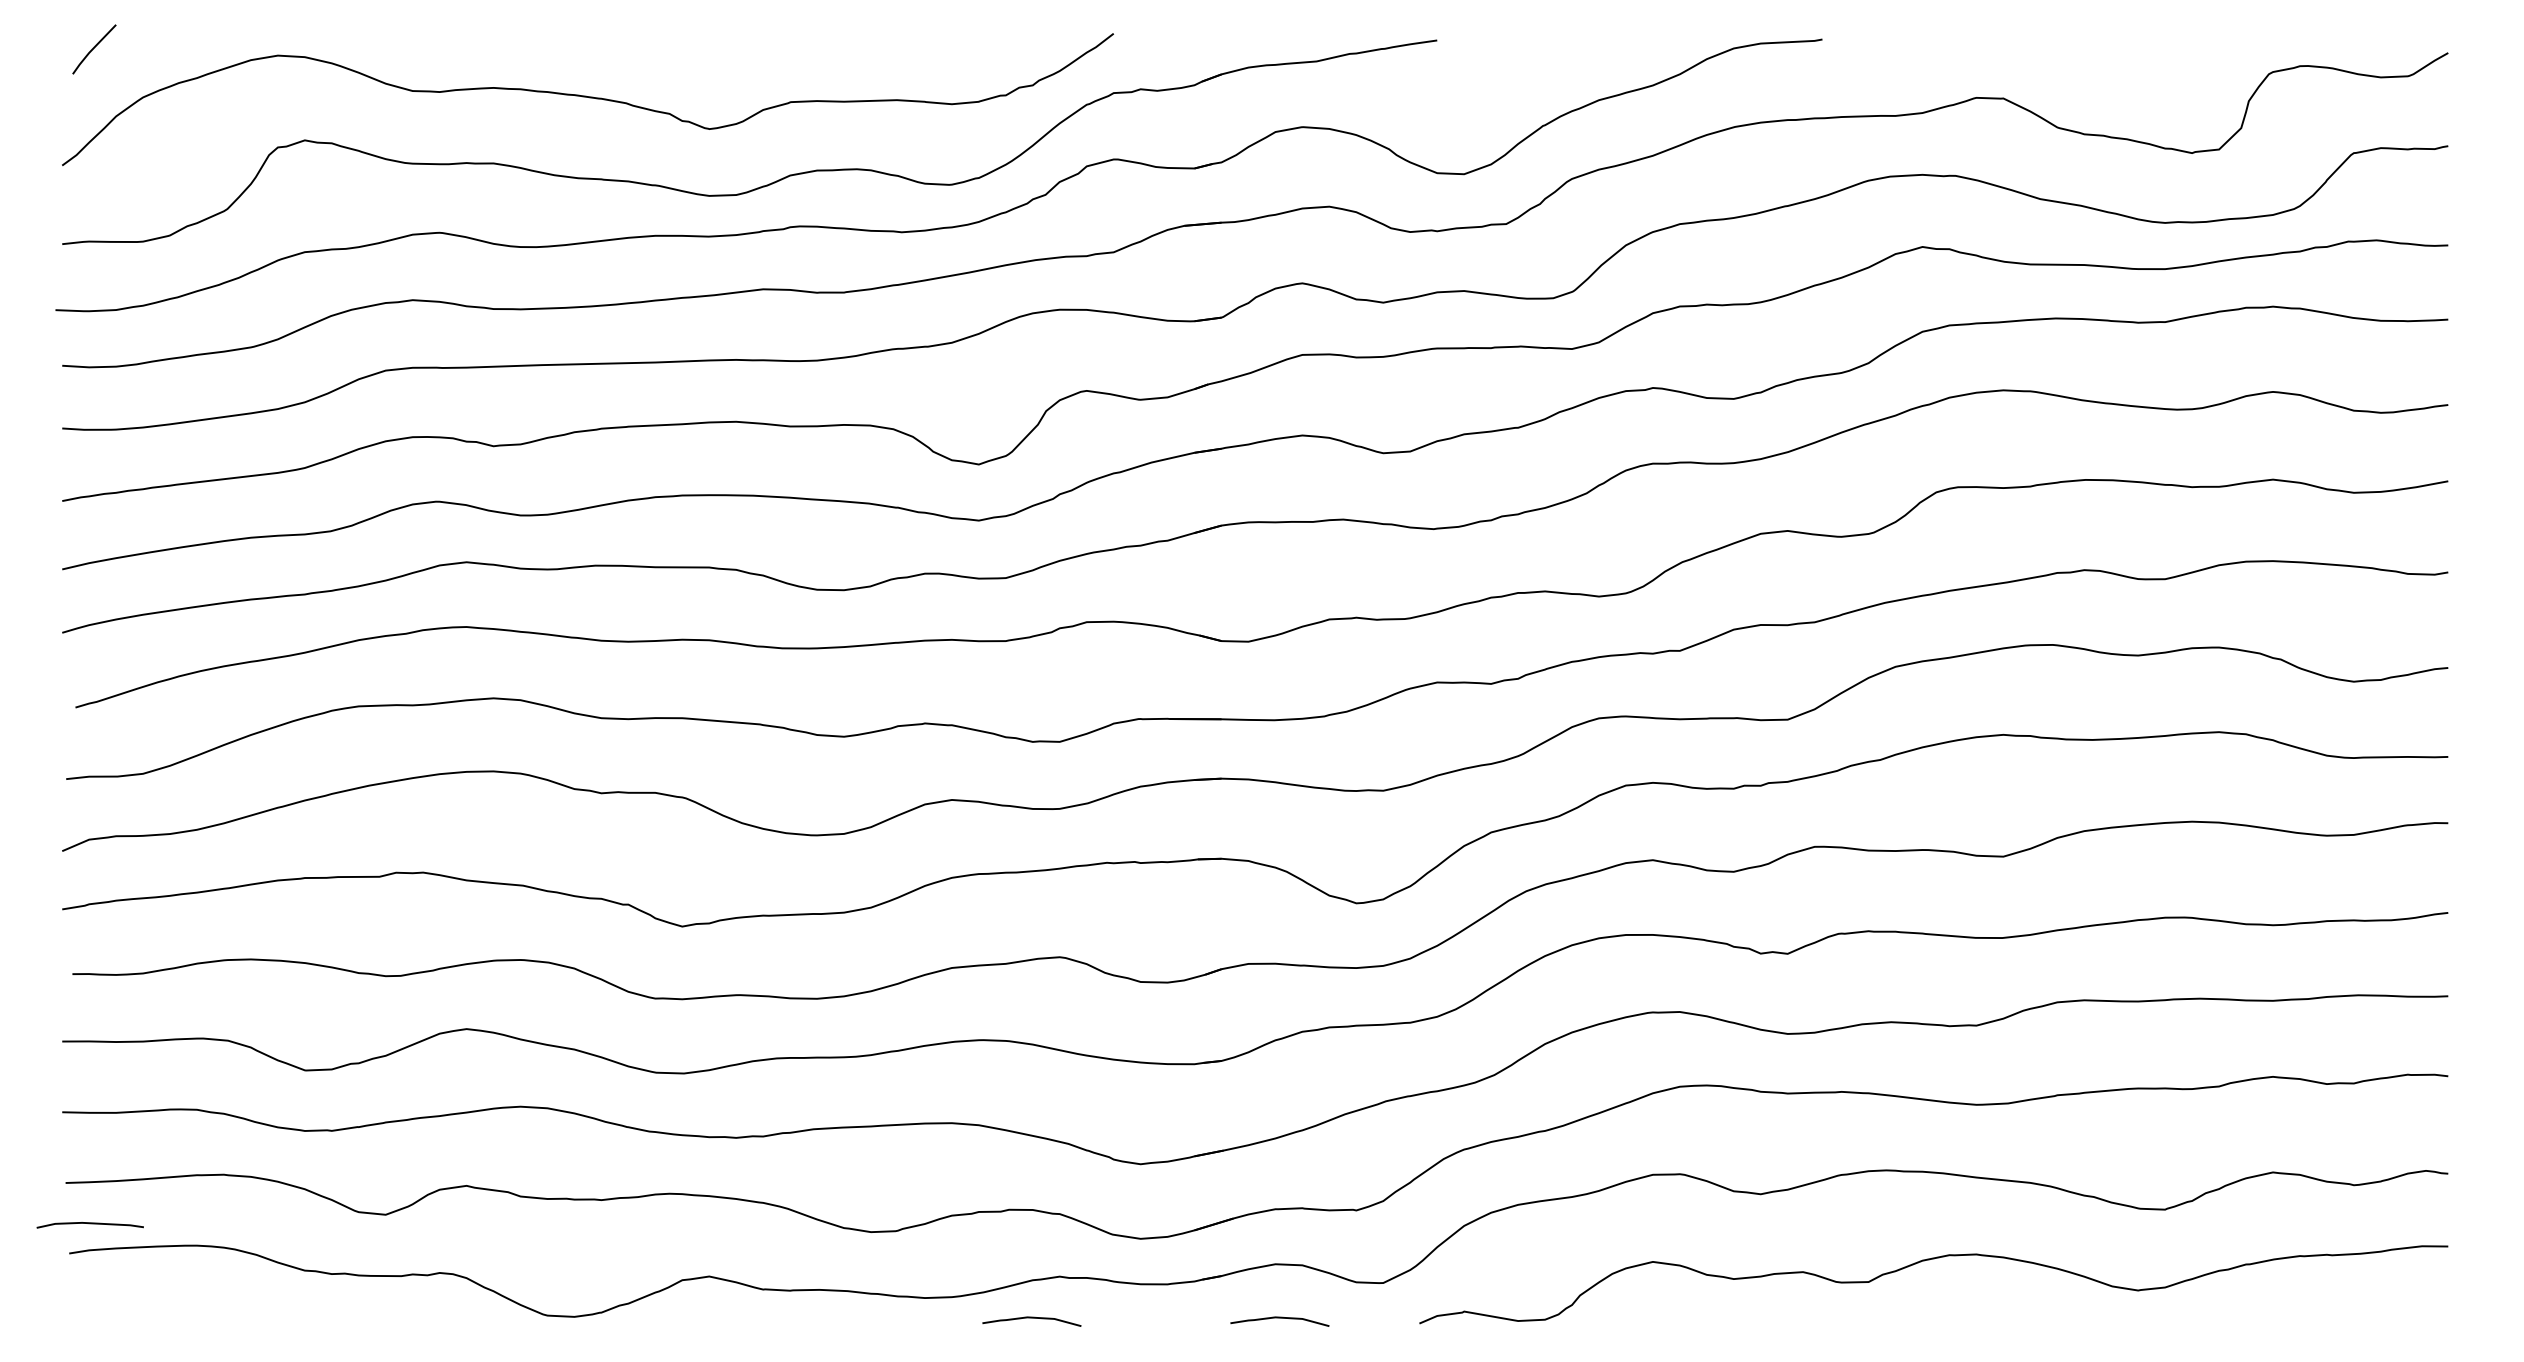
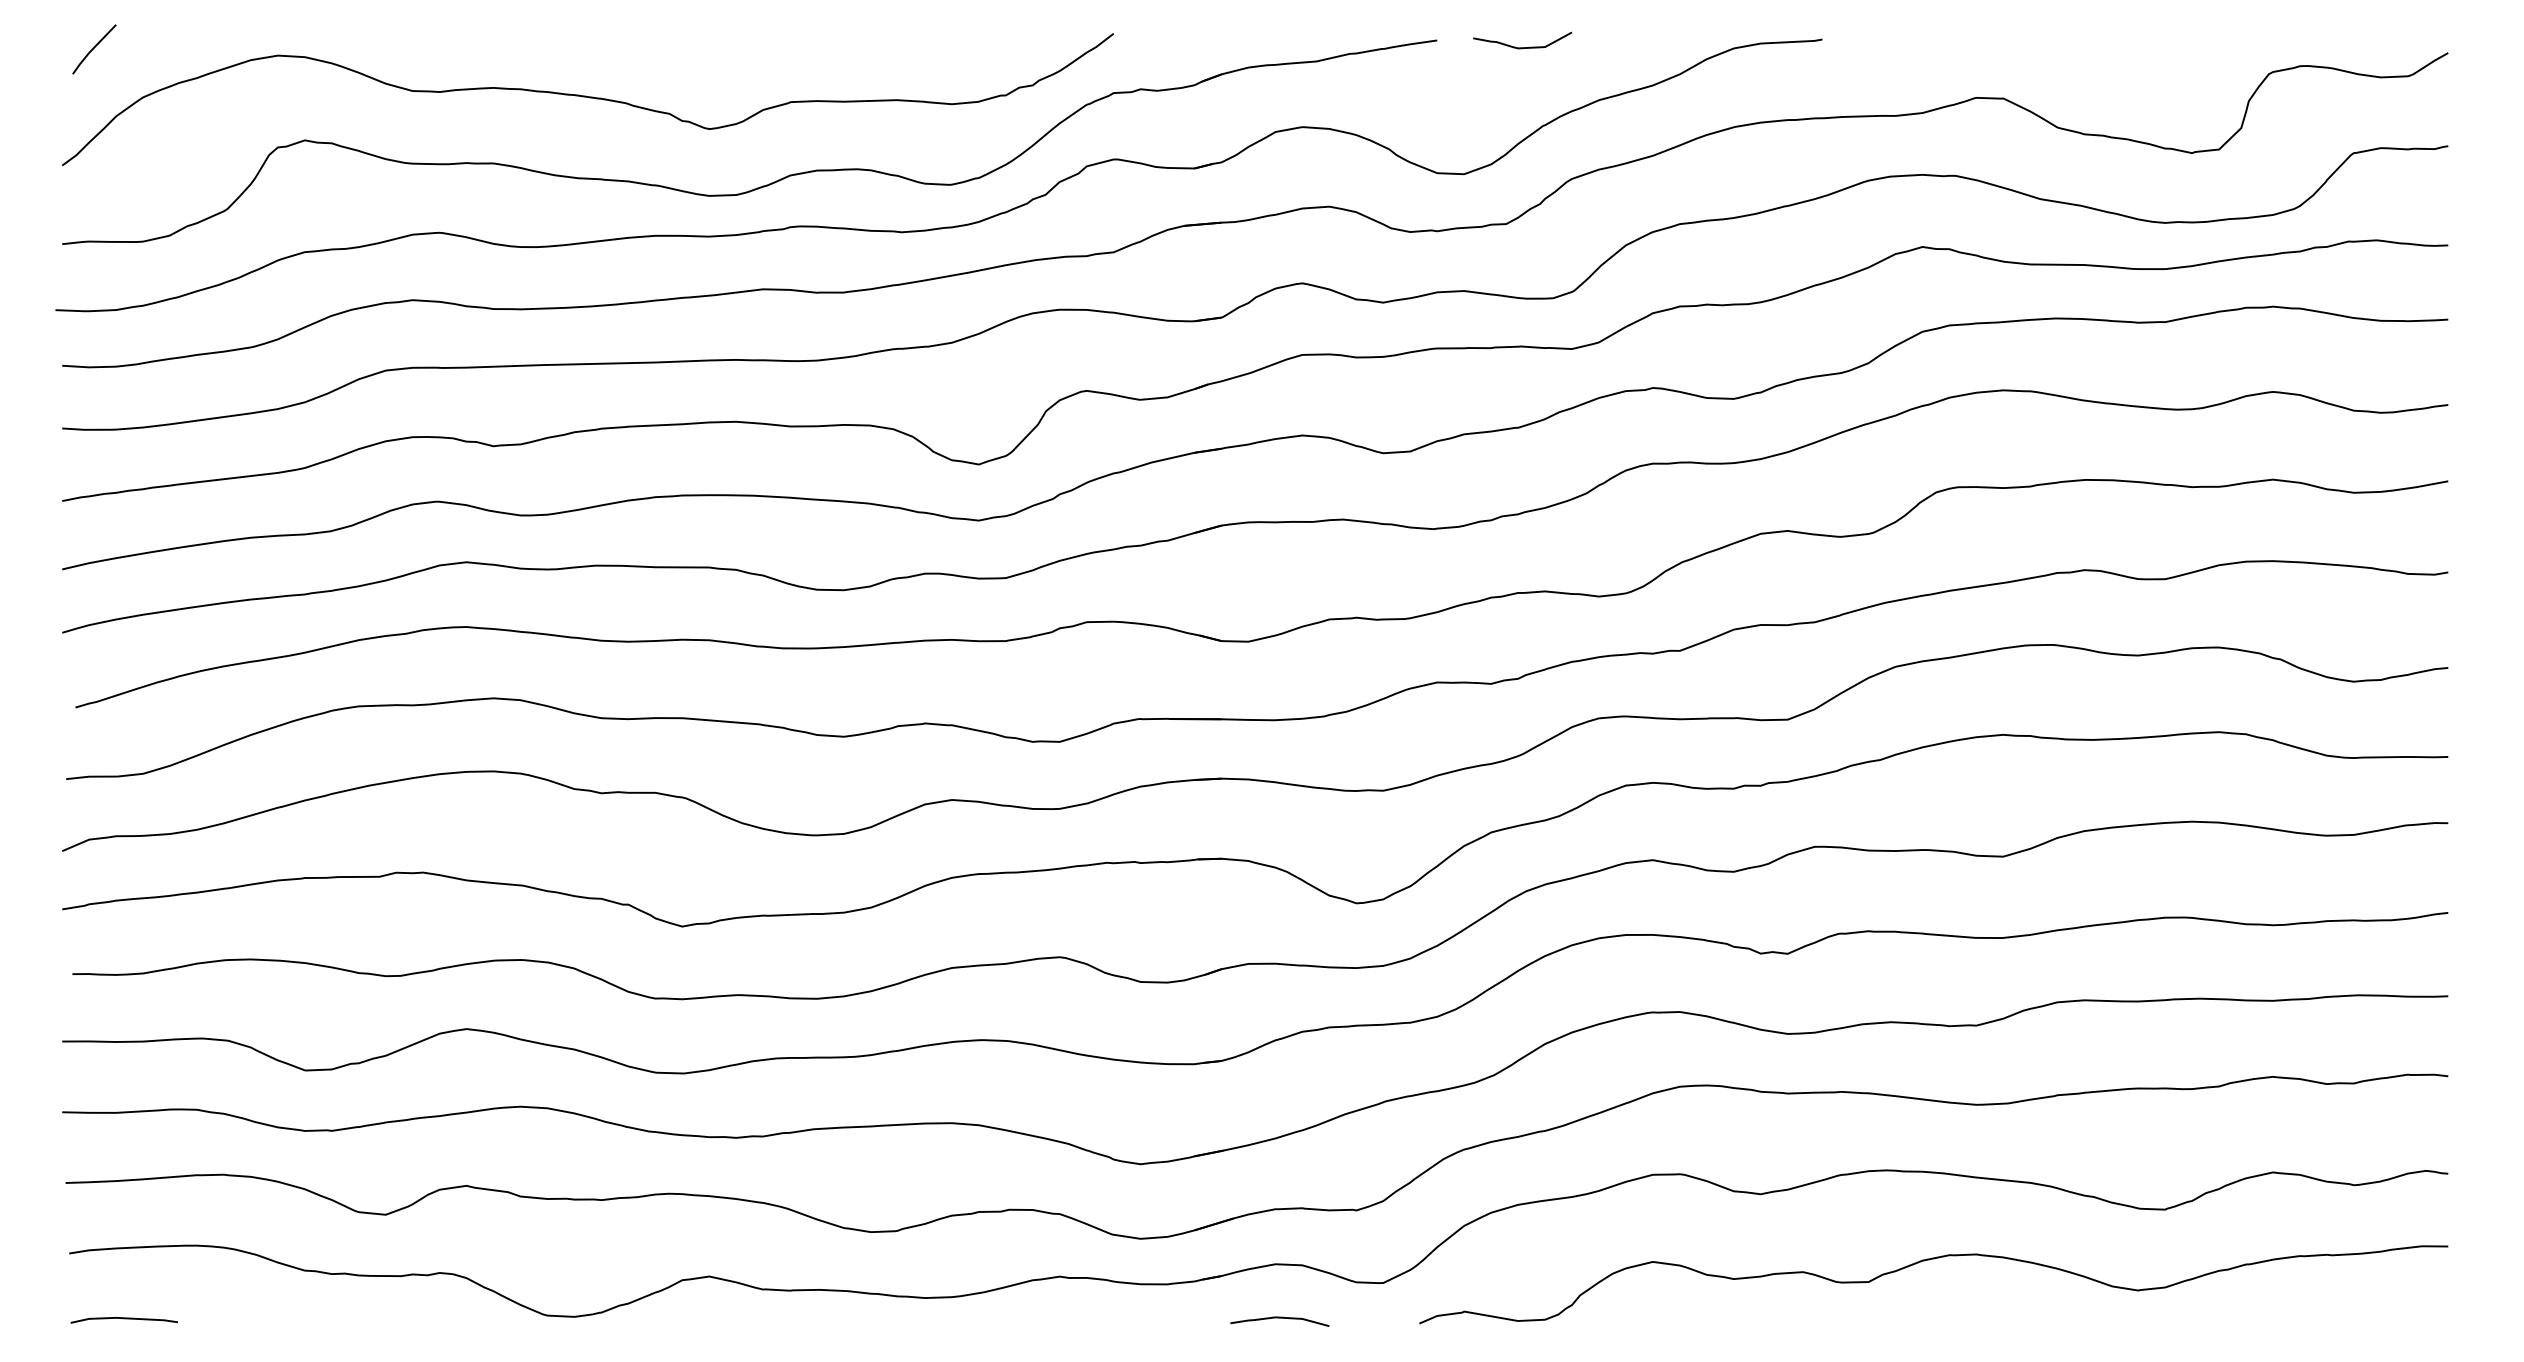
curve at (1522, 47): none -> present
line at (89, 1224) position: (89, 1224) -> (123, 1319)
curve at (1031, 1318): present -> none
